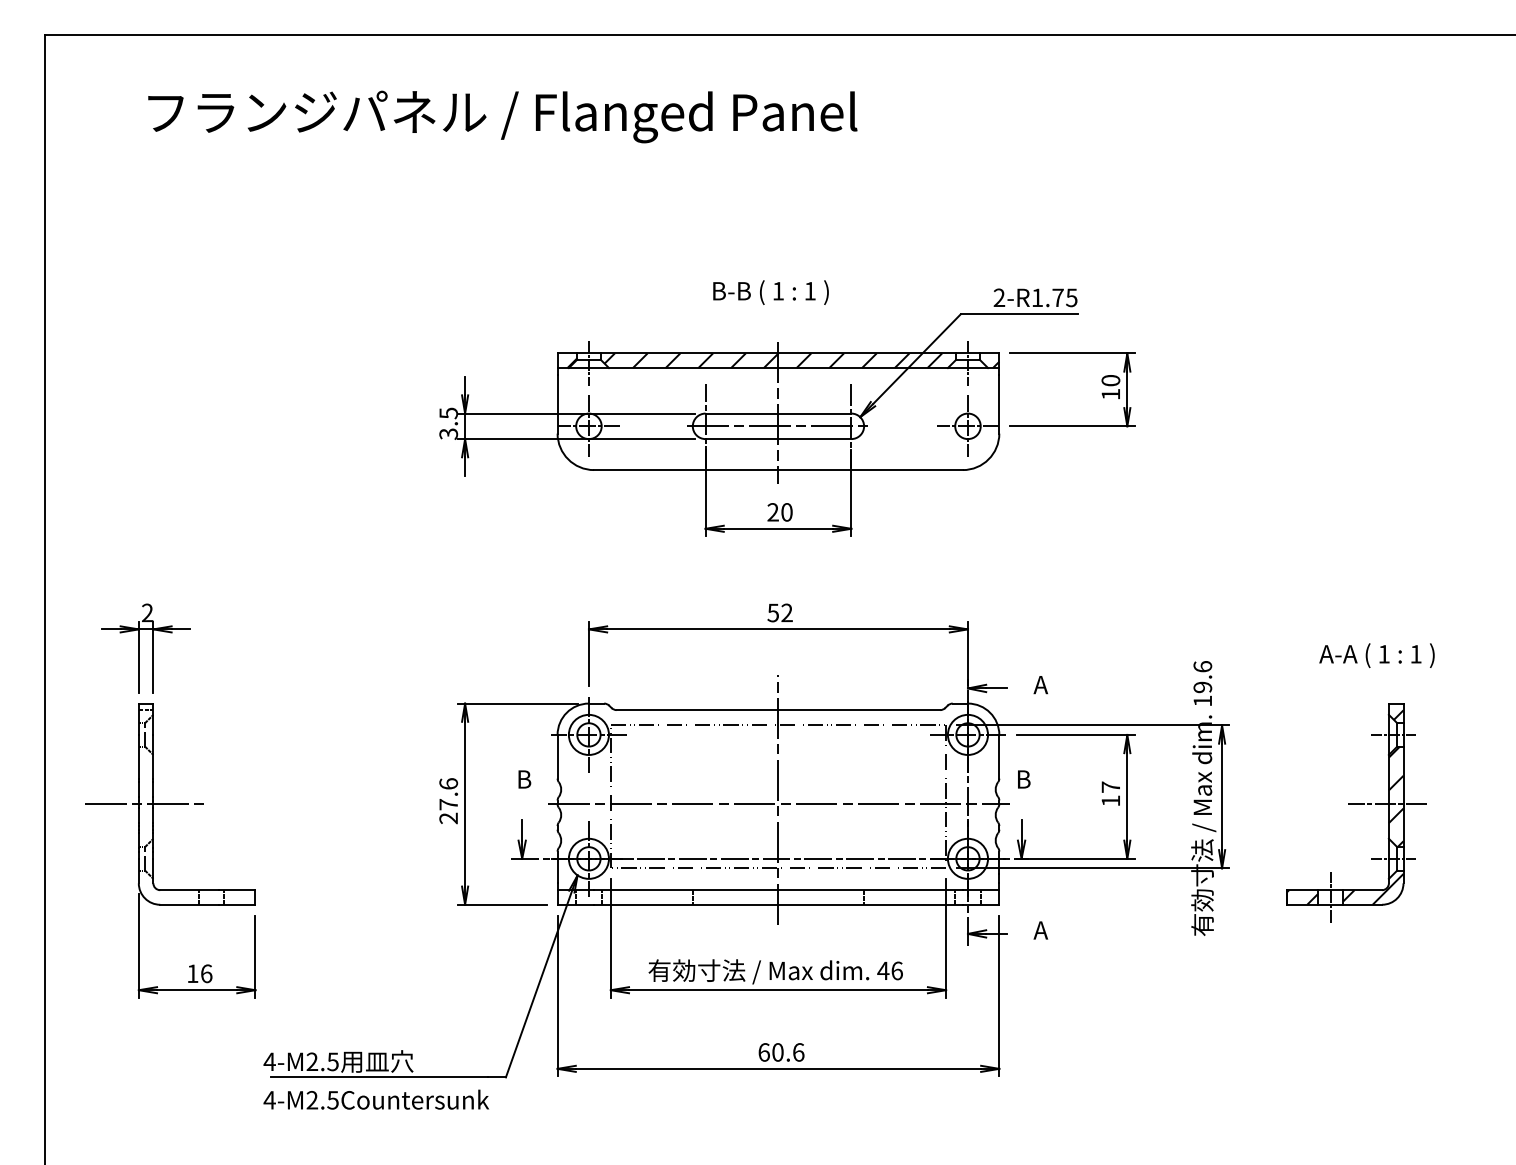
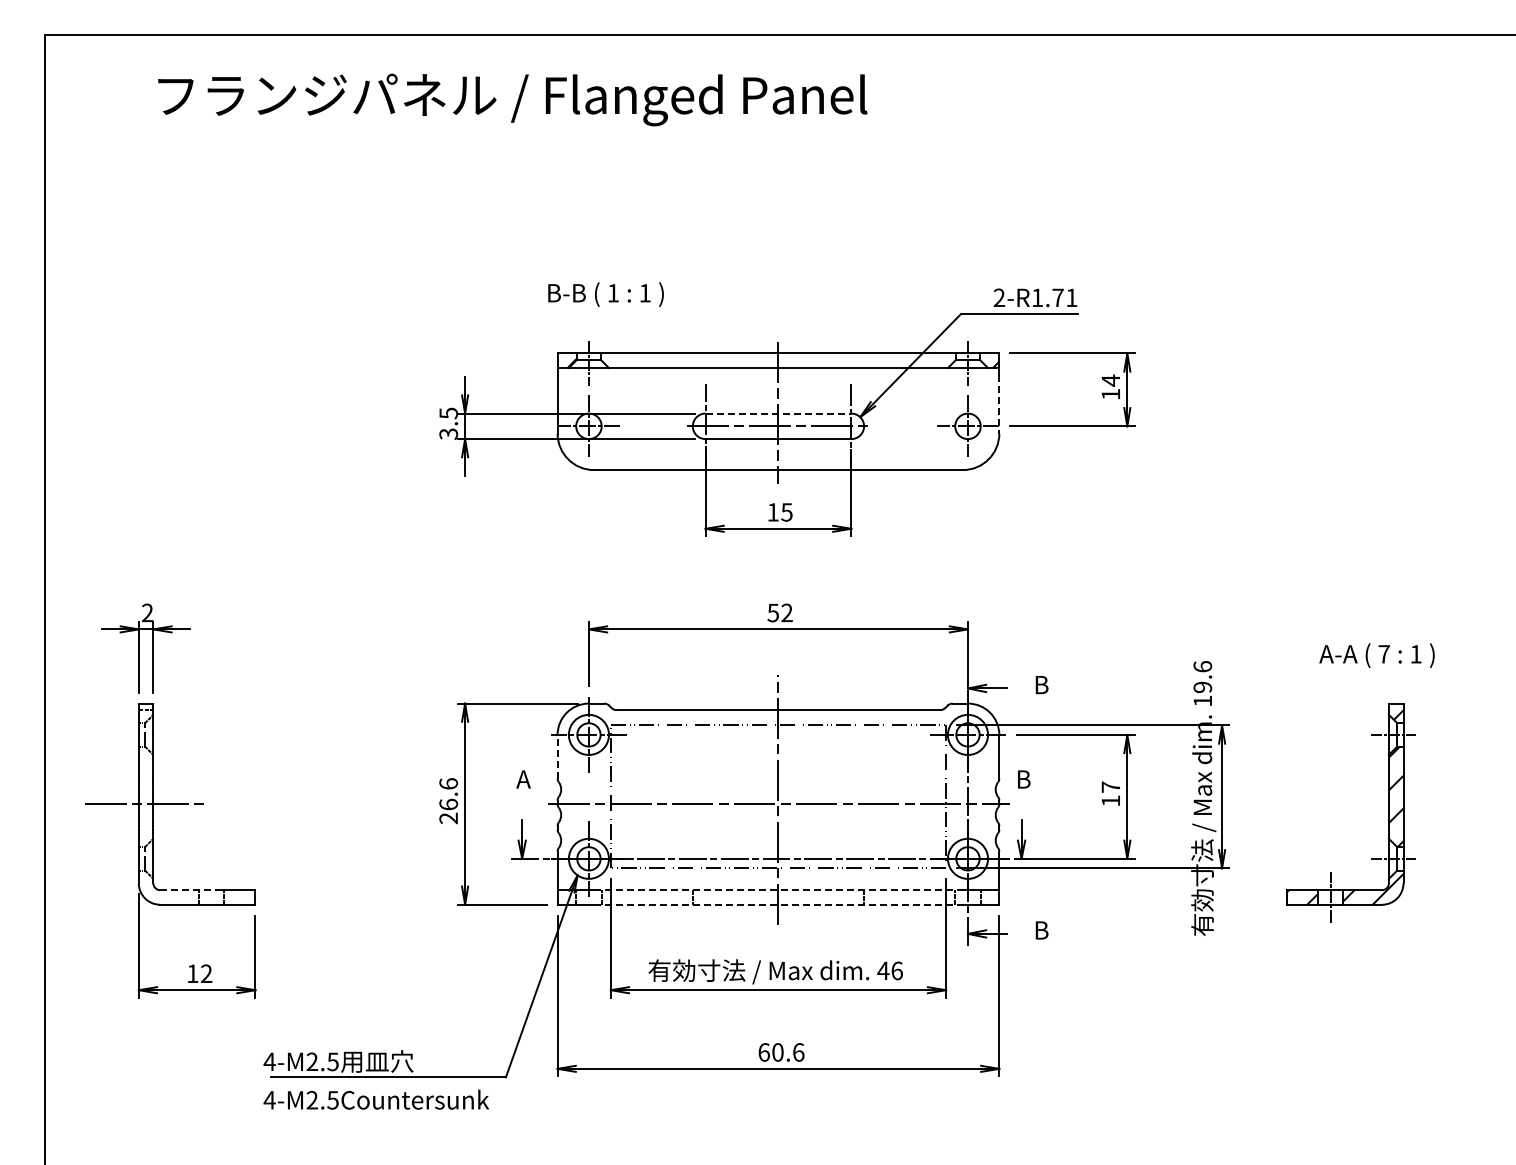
text at (502, 116) position: (502, 116) -> (512, 99)
text at (770, 292) position: (770, 292) -> (605, 294)
text at (1071, 297): 2-R1.75 -> 2-R1.71
hatch at (773, 360): present -> none
text at (1110, 380): 10 -> 14
line at (999, 404): solid -> dashed
line at (778, 413): solid -> dashed
text at (779, 512): 20 -> 15
text at (1383, 654): 1 -> 7
text at (1040, 685): A -> B
line at (557, 756): solid -> dashed
text at (523, 779): B -> A
text at (448, 804): 27.6 -> 26.6
line at (1386, 804): present -> none
line at (190, 890): solid -> dashed
line at (778, 890): solid -> dashed
line at (778, 904): solid -> dashed
text at (1040, 930): A -> B
text at (206, 973): 16 -> 12
